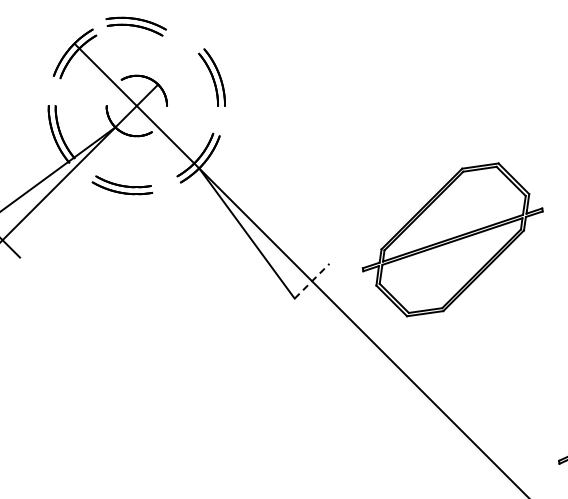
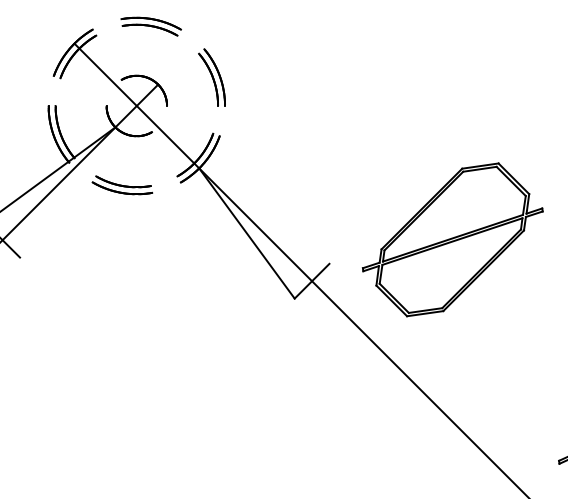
part at (135, 26) position: (135, 26) -> (150, 26)
line at (312, 281): dashed -> solid
